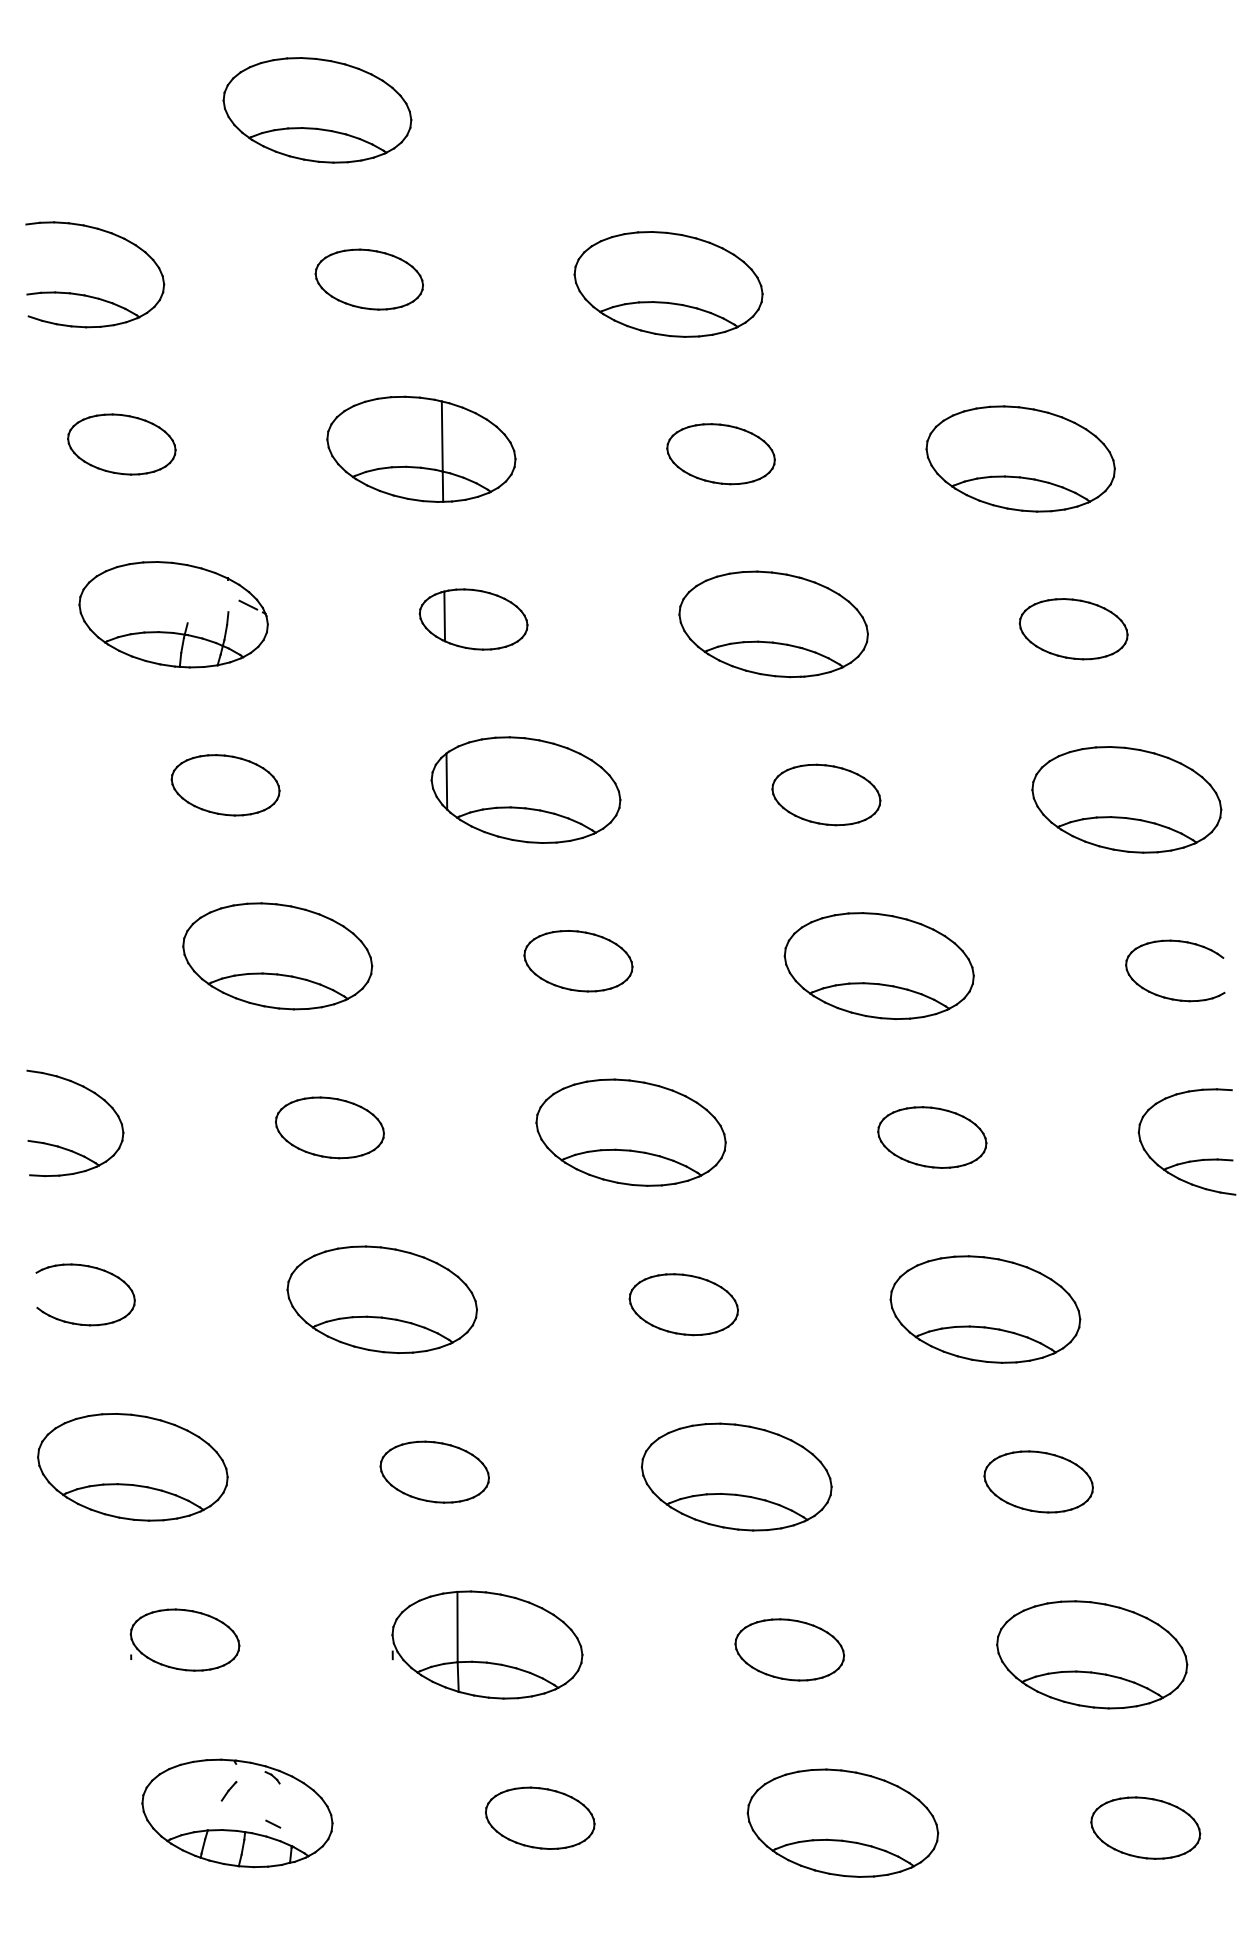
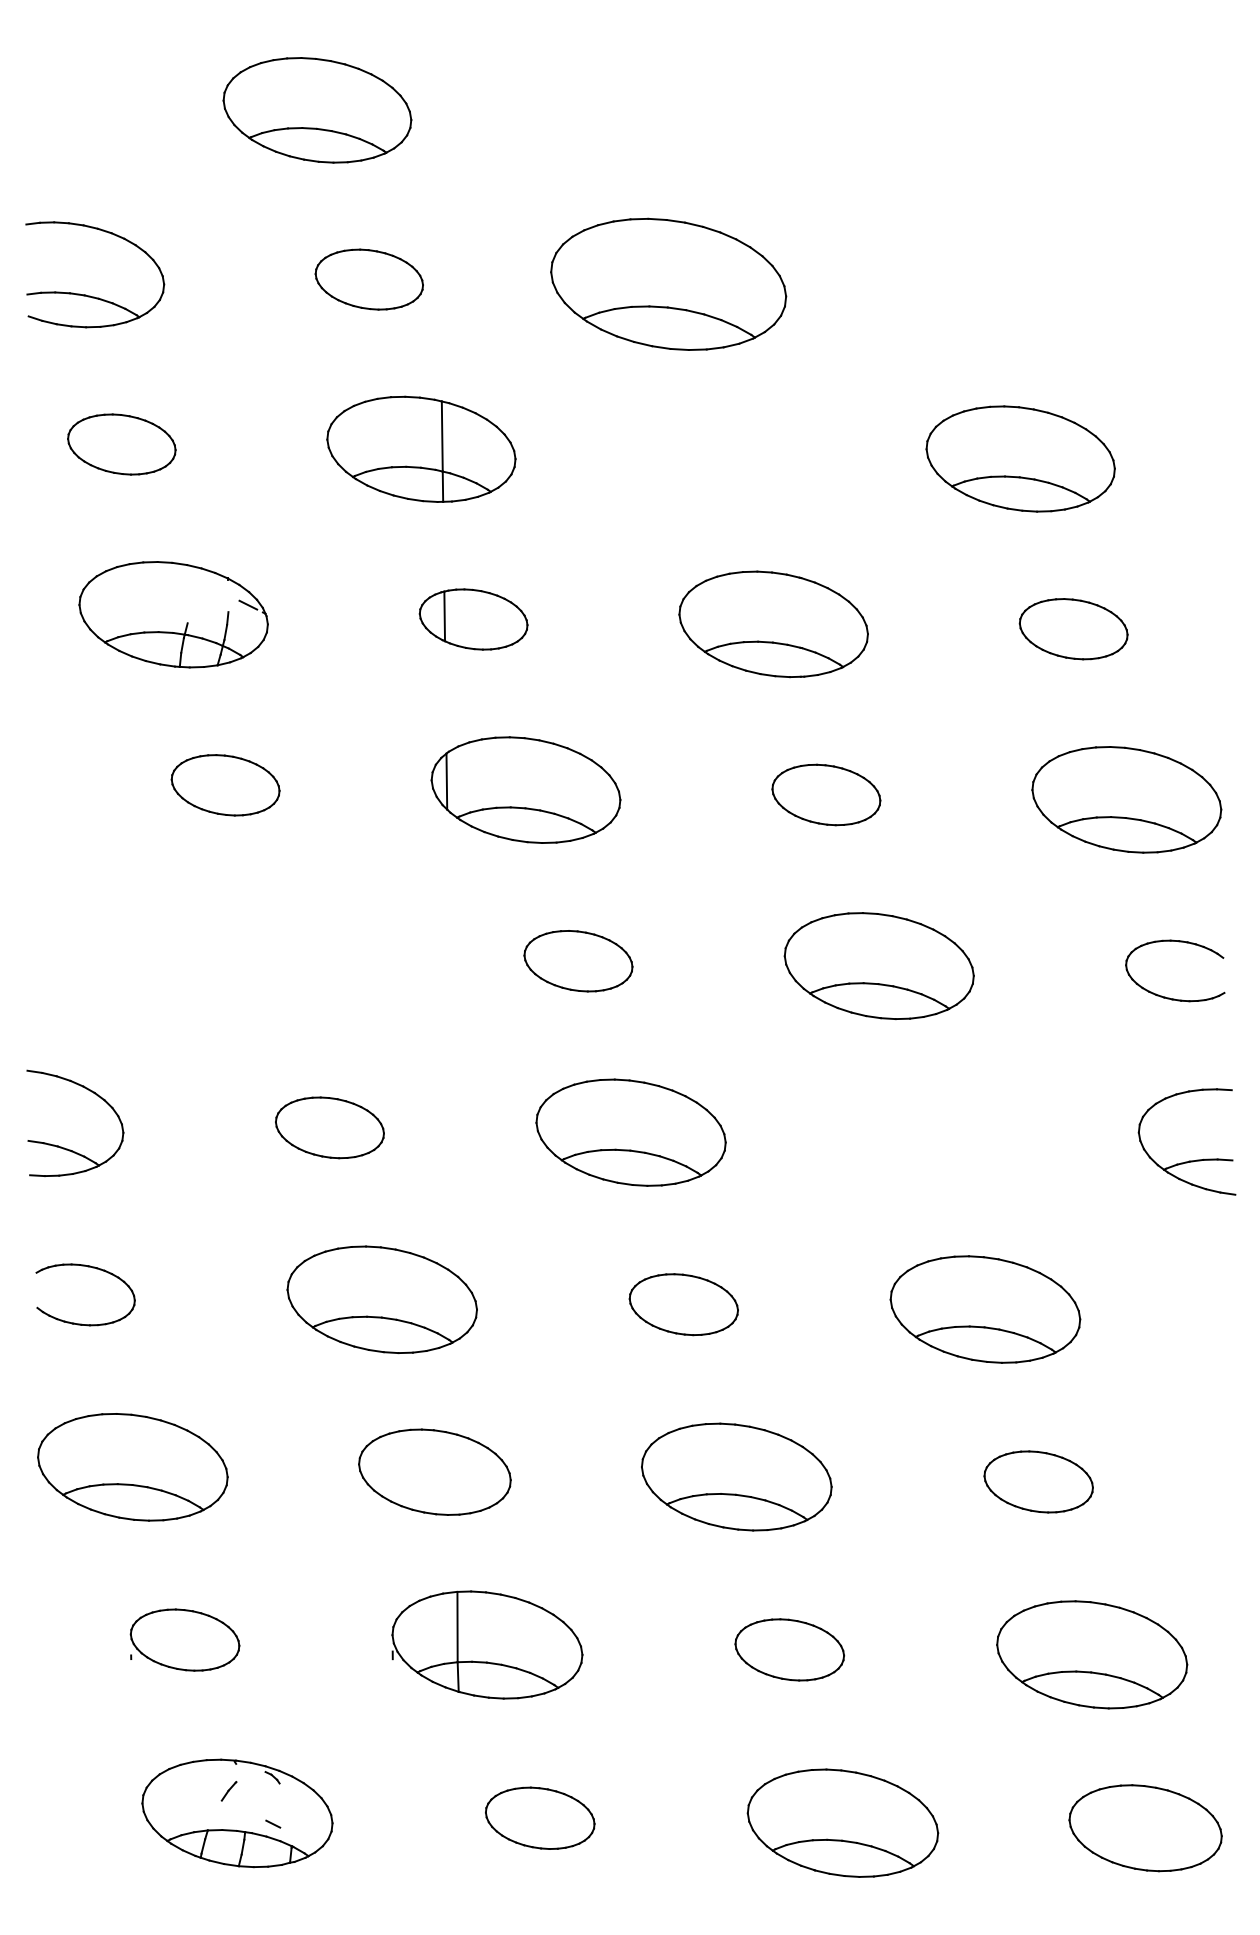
part at (668, 284) size: 191x107 px -> 238x134 px
part at (720, 454): present -> none
part at (277, 956): present -> none
part at (932, 1137): present -> none
part at (434, 1471) size: 111x64 px -> 154x88 px
part at (1145, 1827) size: 112x64 px -> 155x89 px
